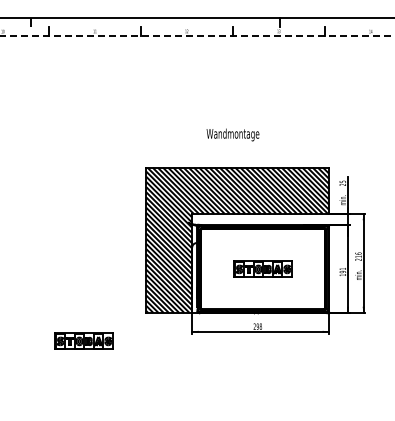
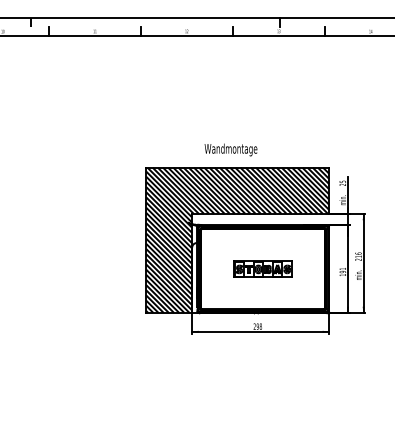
line at (197, 36): dashed -> solid
text at (232, 134) position: (232, 134) -> (230, 149)
part at (83, 340): present -> none
